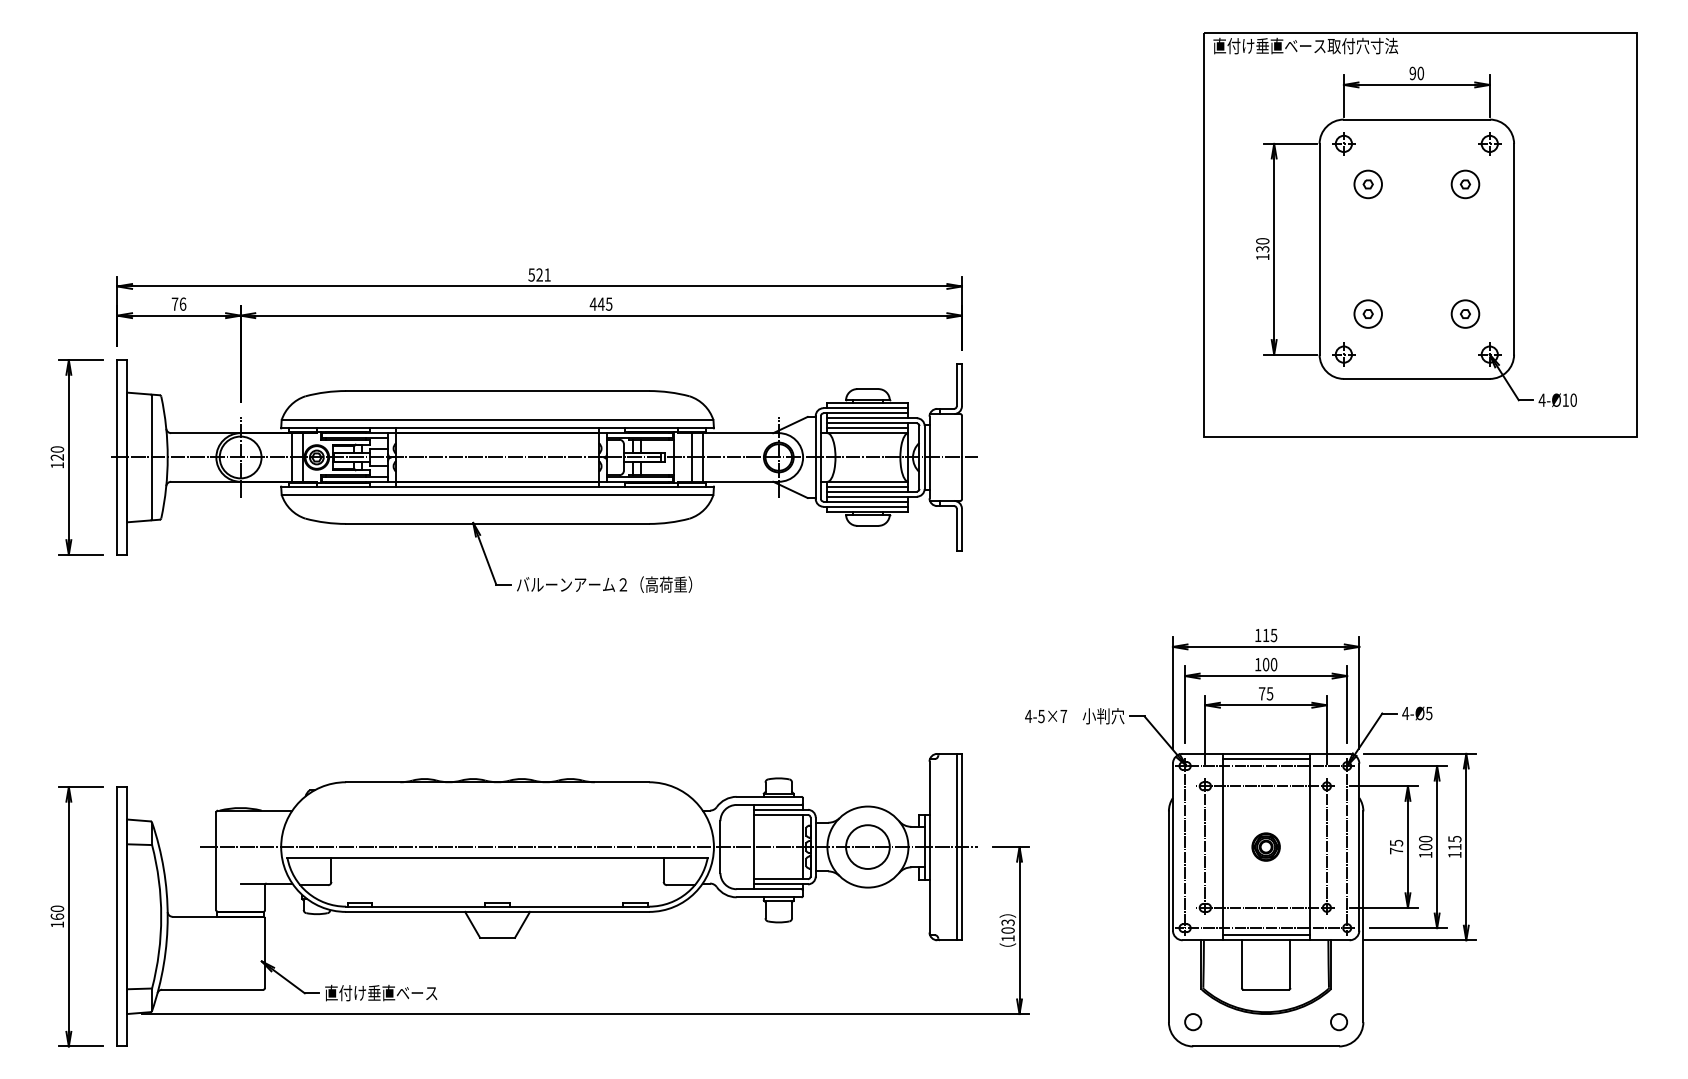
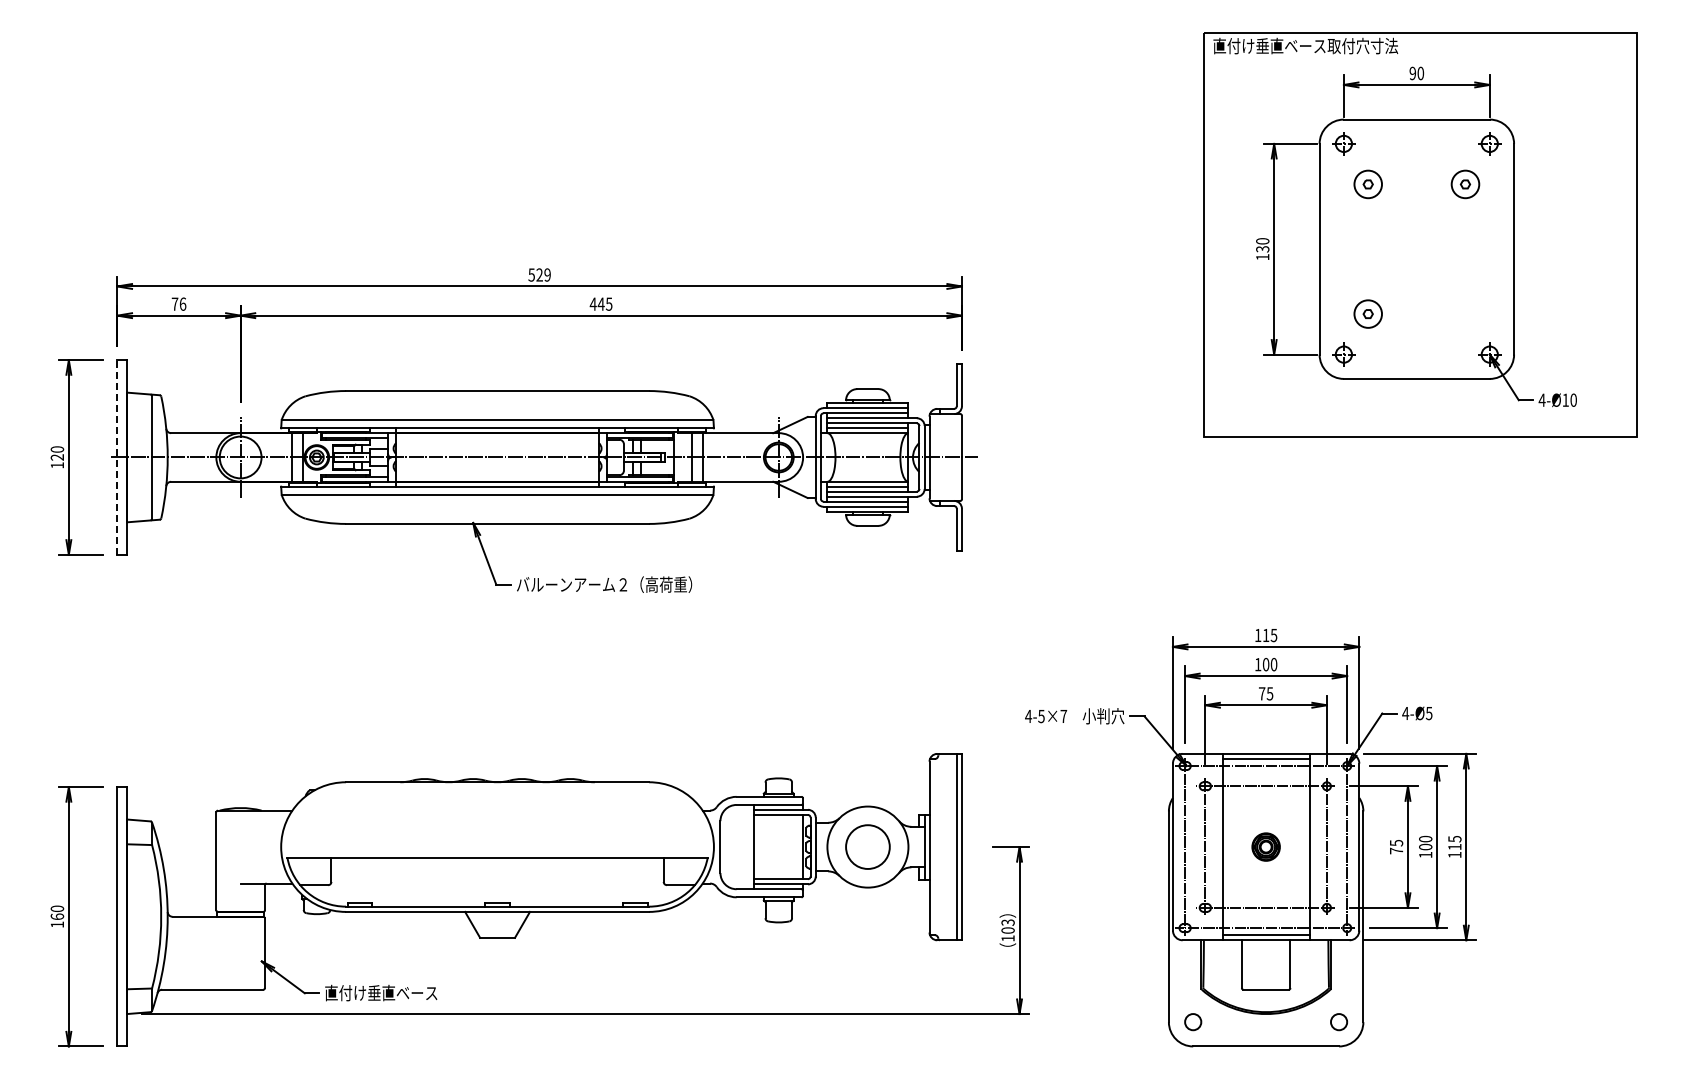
text at (547, 274): 521 -> 529
part at (1465, 313): present -> none
line at (117, 456): solid -> dashed
line at (589, 847): present -> none
